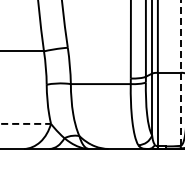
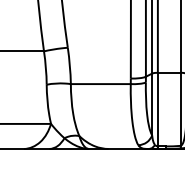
line at (180, 73): dashed -> solid
line at (26, 123): dashed -> solid
